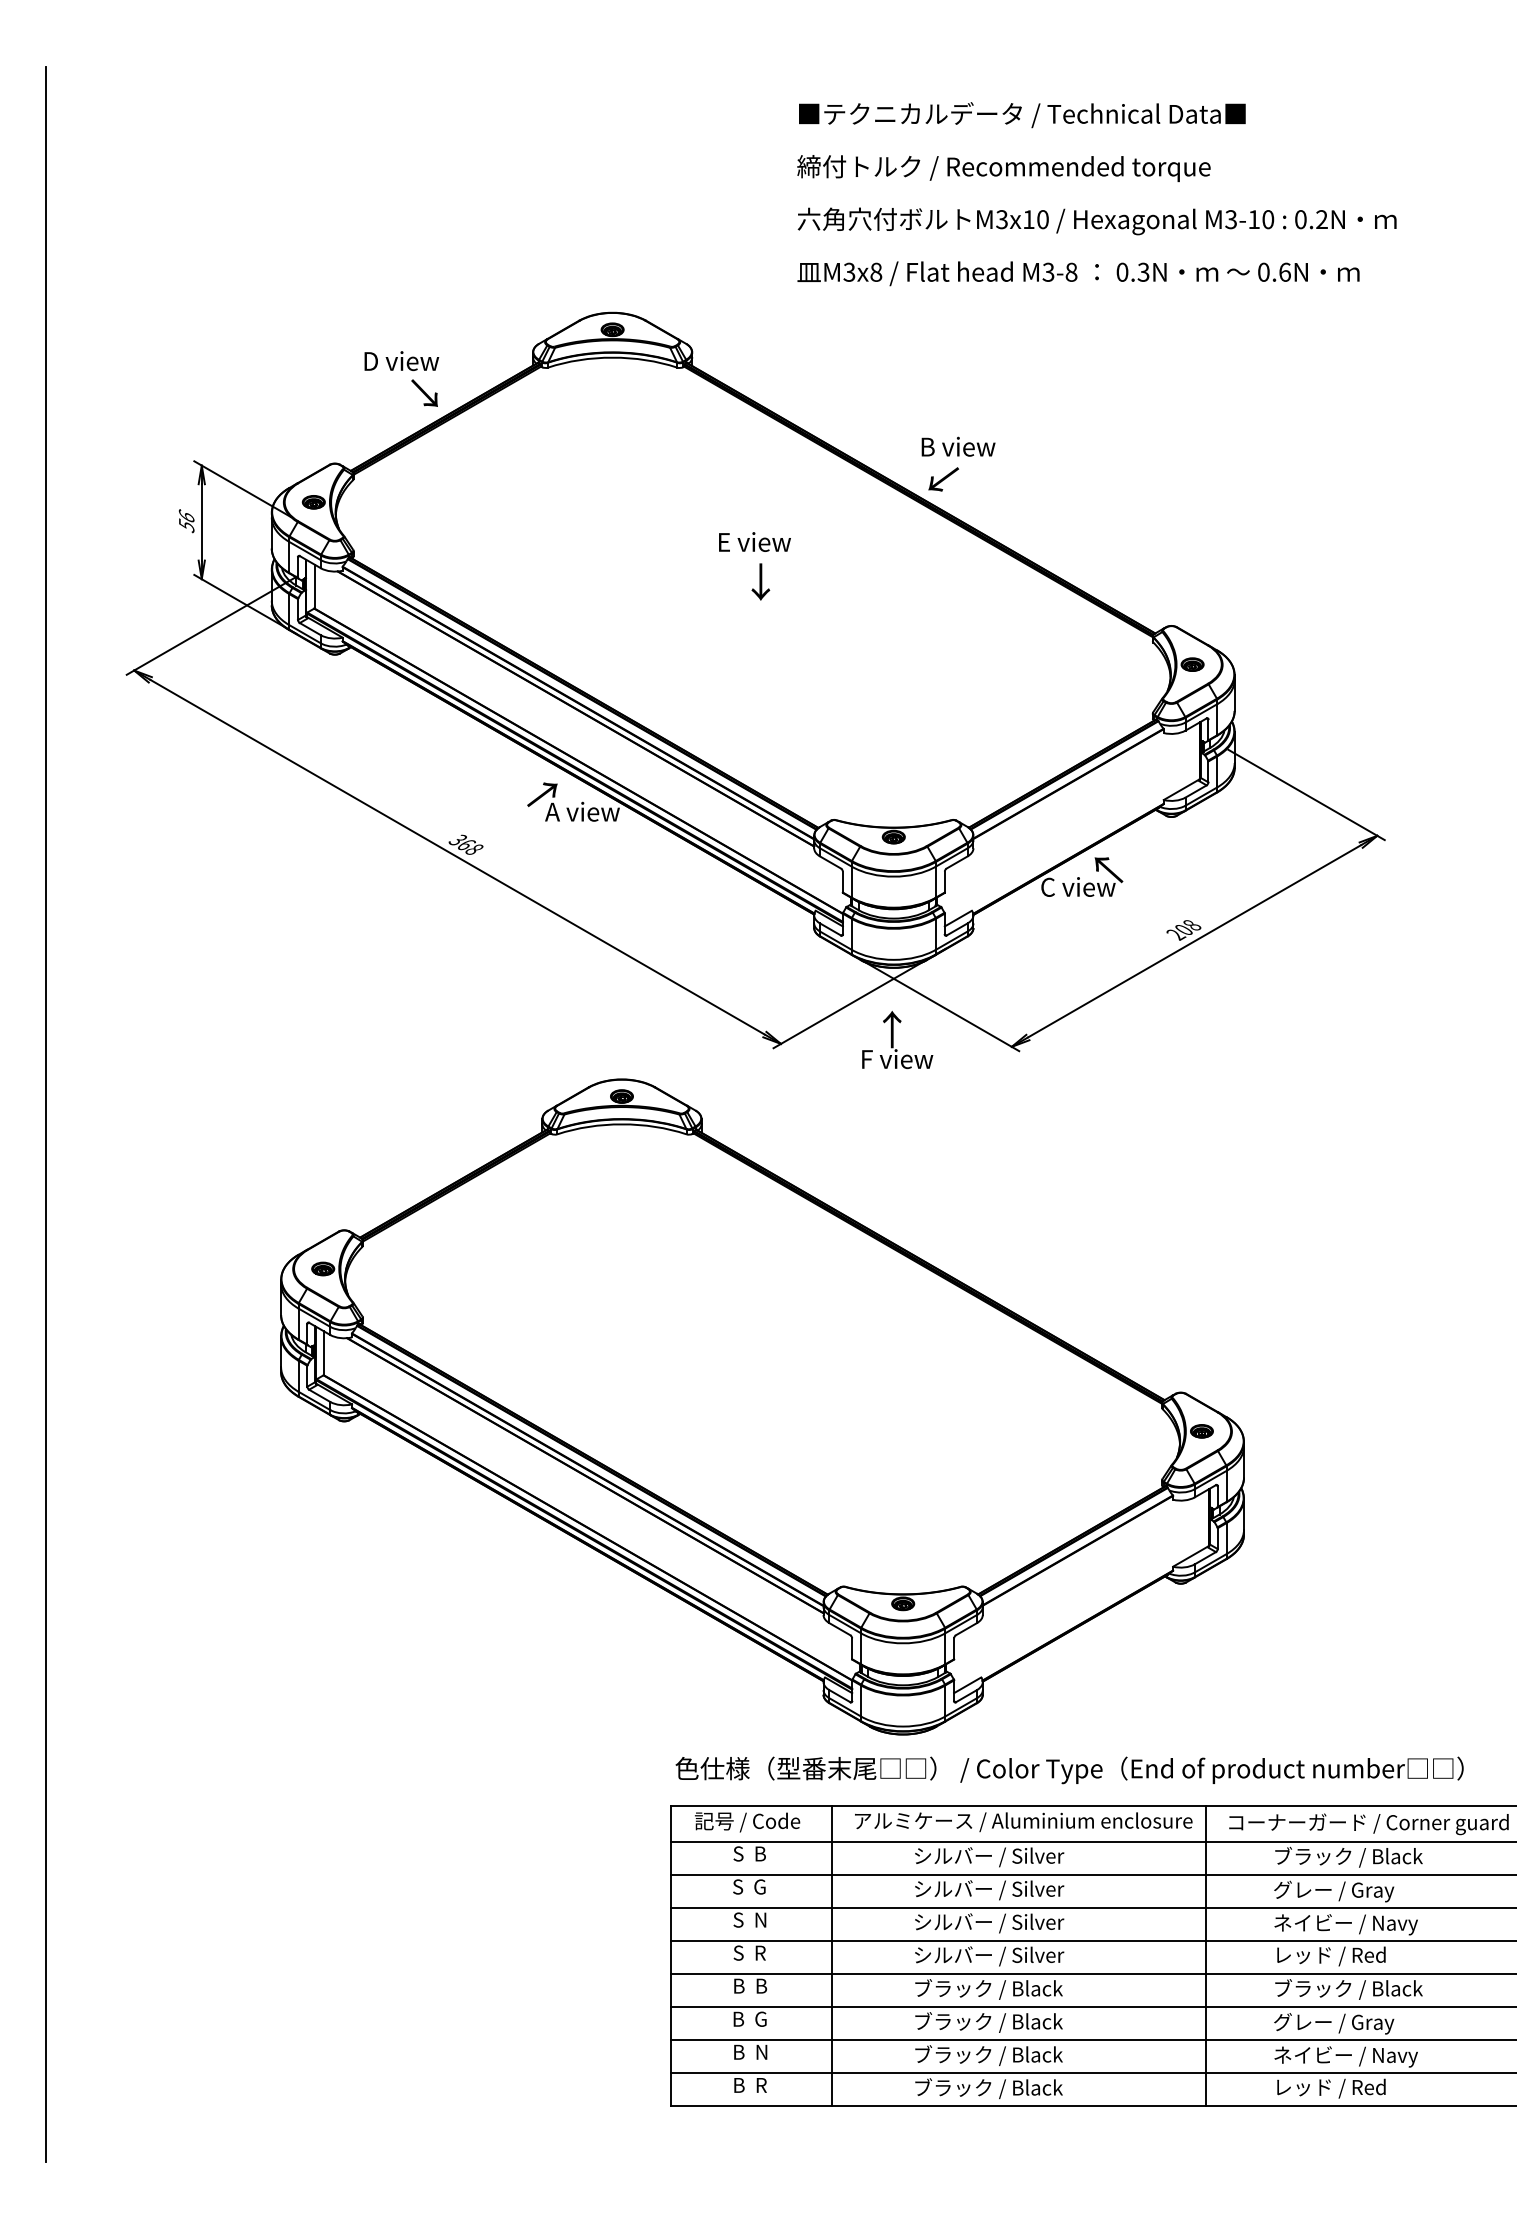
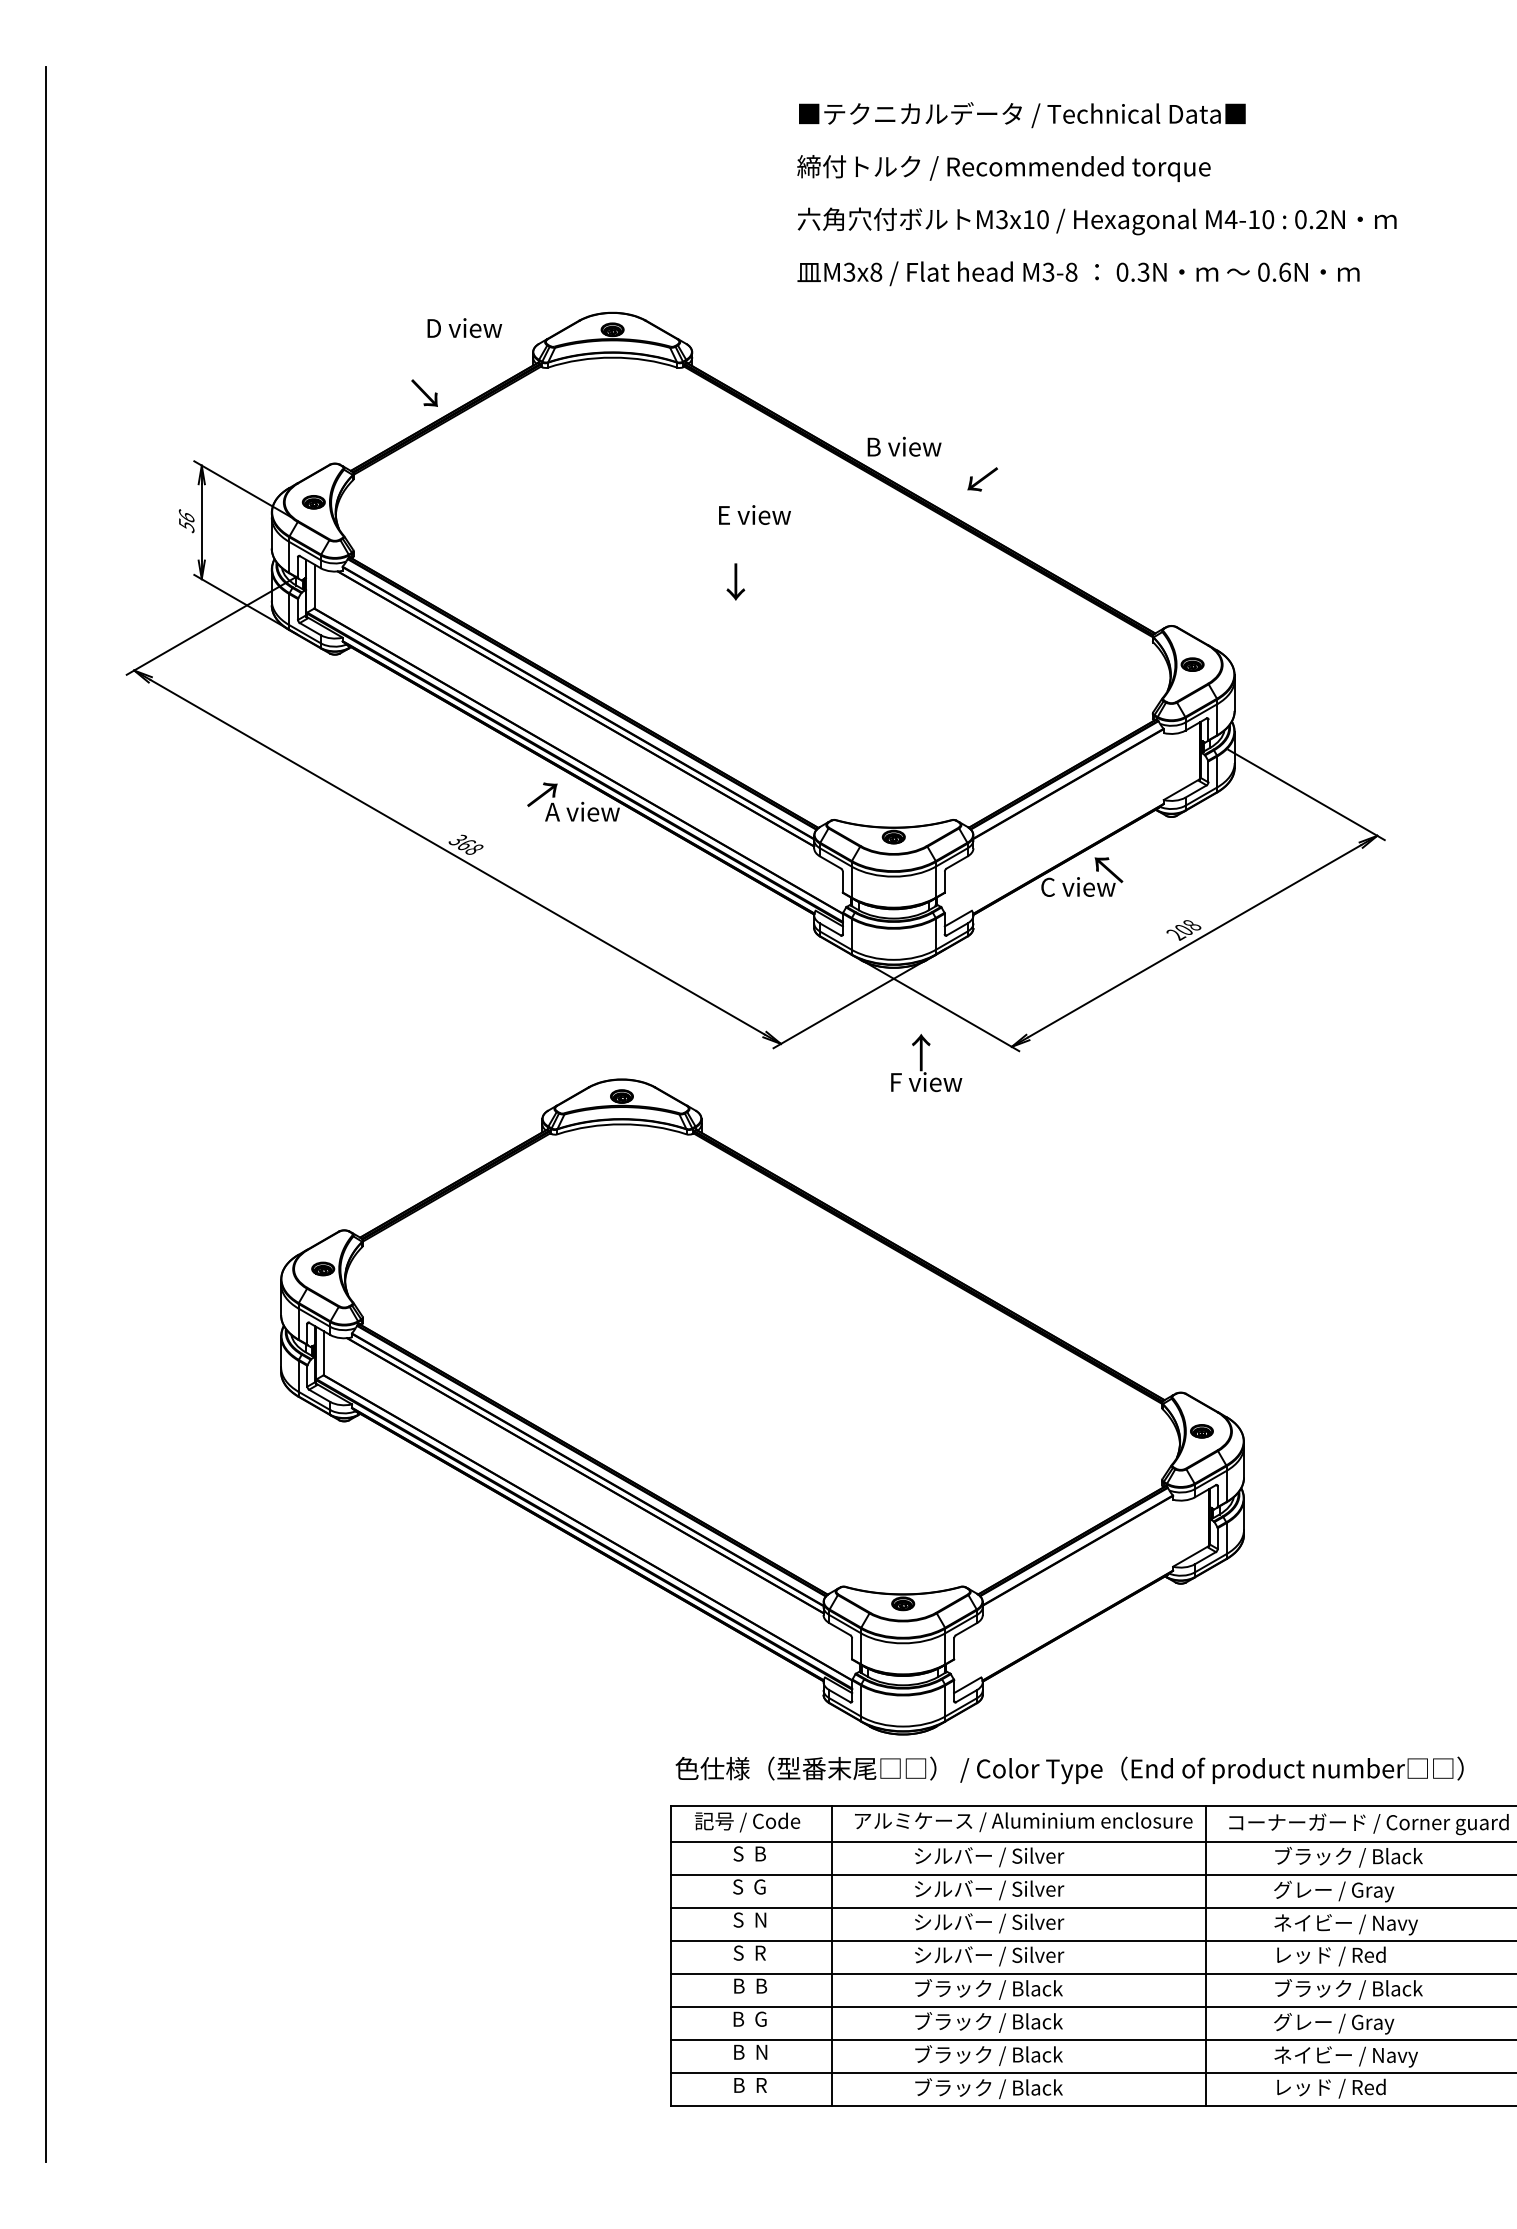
text at (1230, 219): M3-10 -> M4-10
text at (401, 361) position: (401, 361) -> (464, 328)
text at (958, 446) position: (958, 446) -> (904, 446)
text at (943, 479) position: (943, 479) -> (982, 479)
text at (754, 541) position: (754, 541) -> (754, 514)
text at (760, 581) position: (760, 581) -> (735, 581)
text at (897, 1040) position: (897, 1040) -> (926, 1063)
